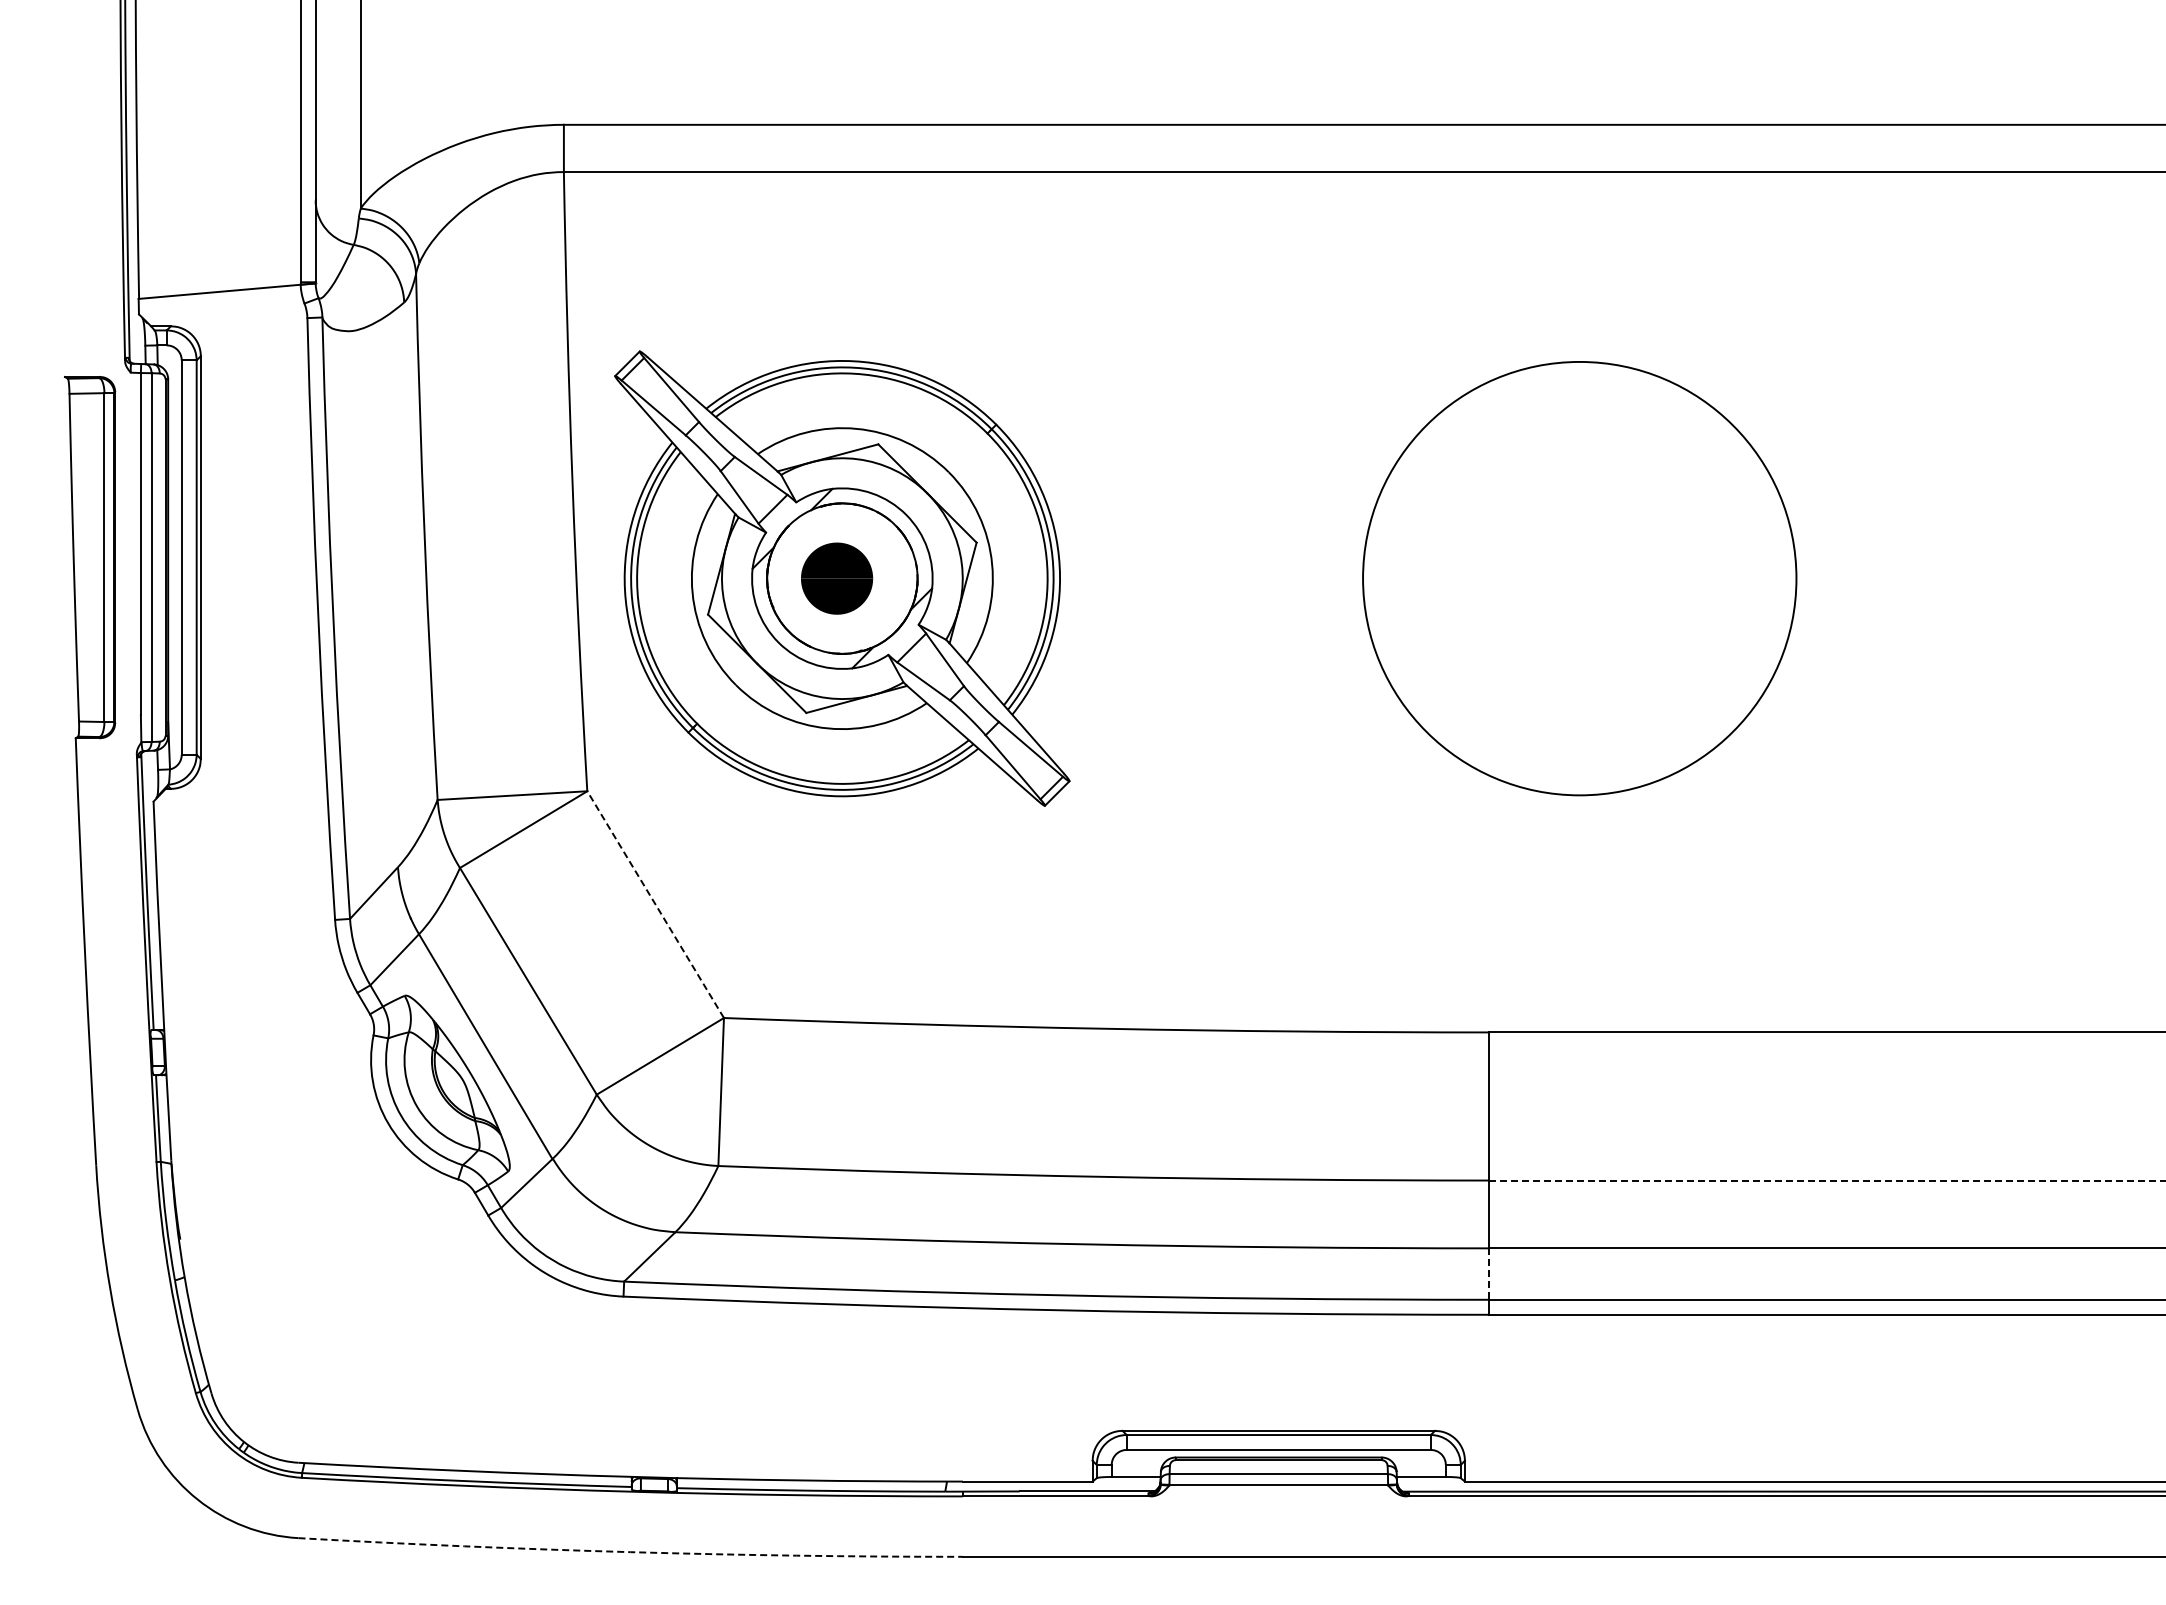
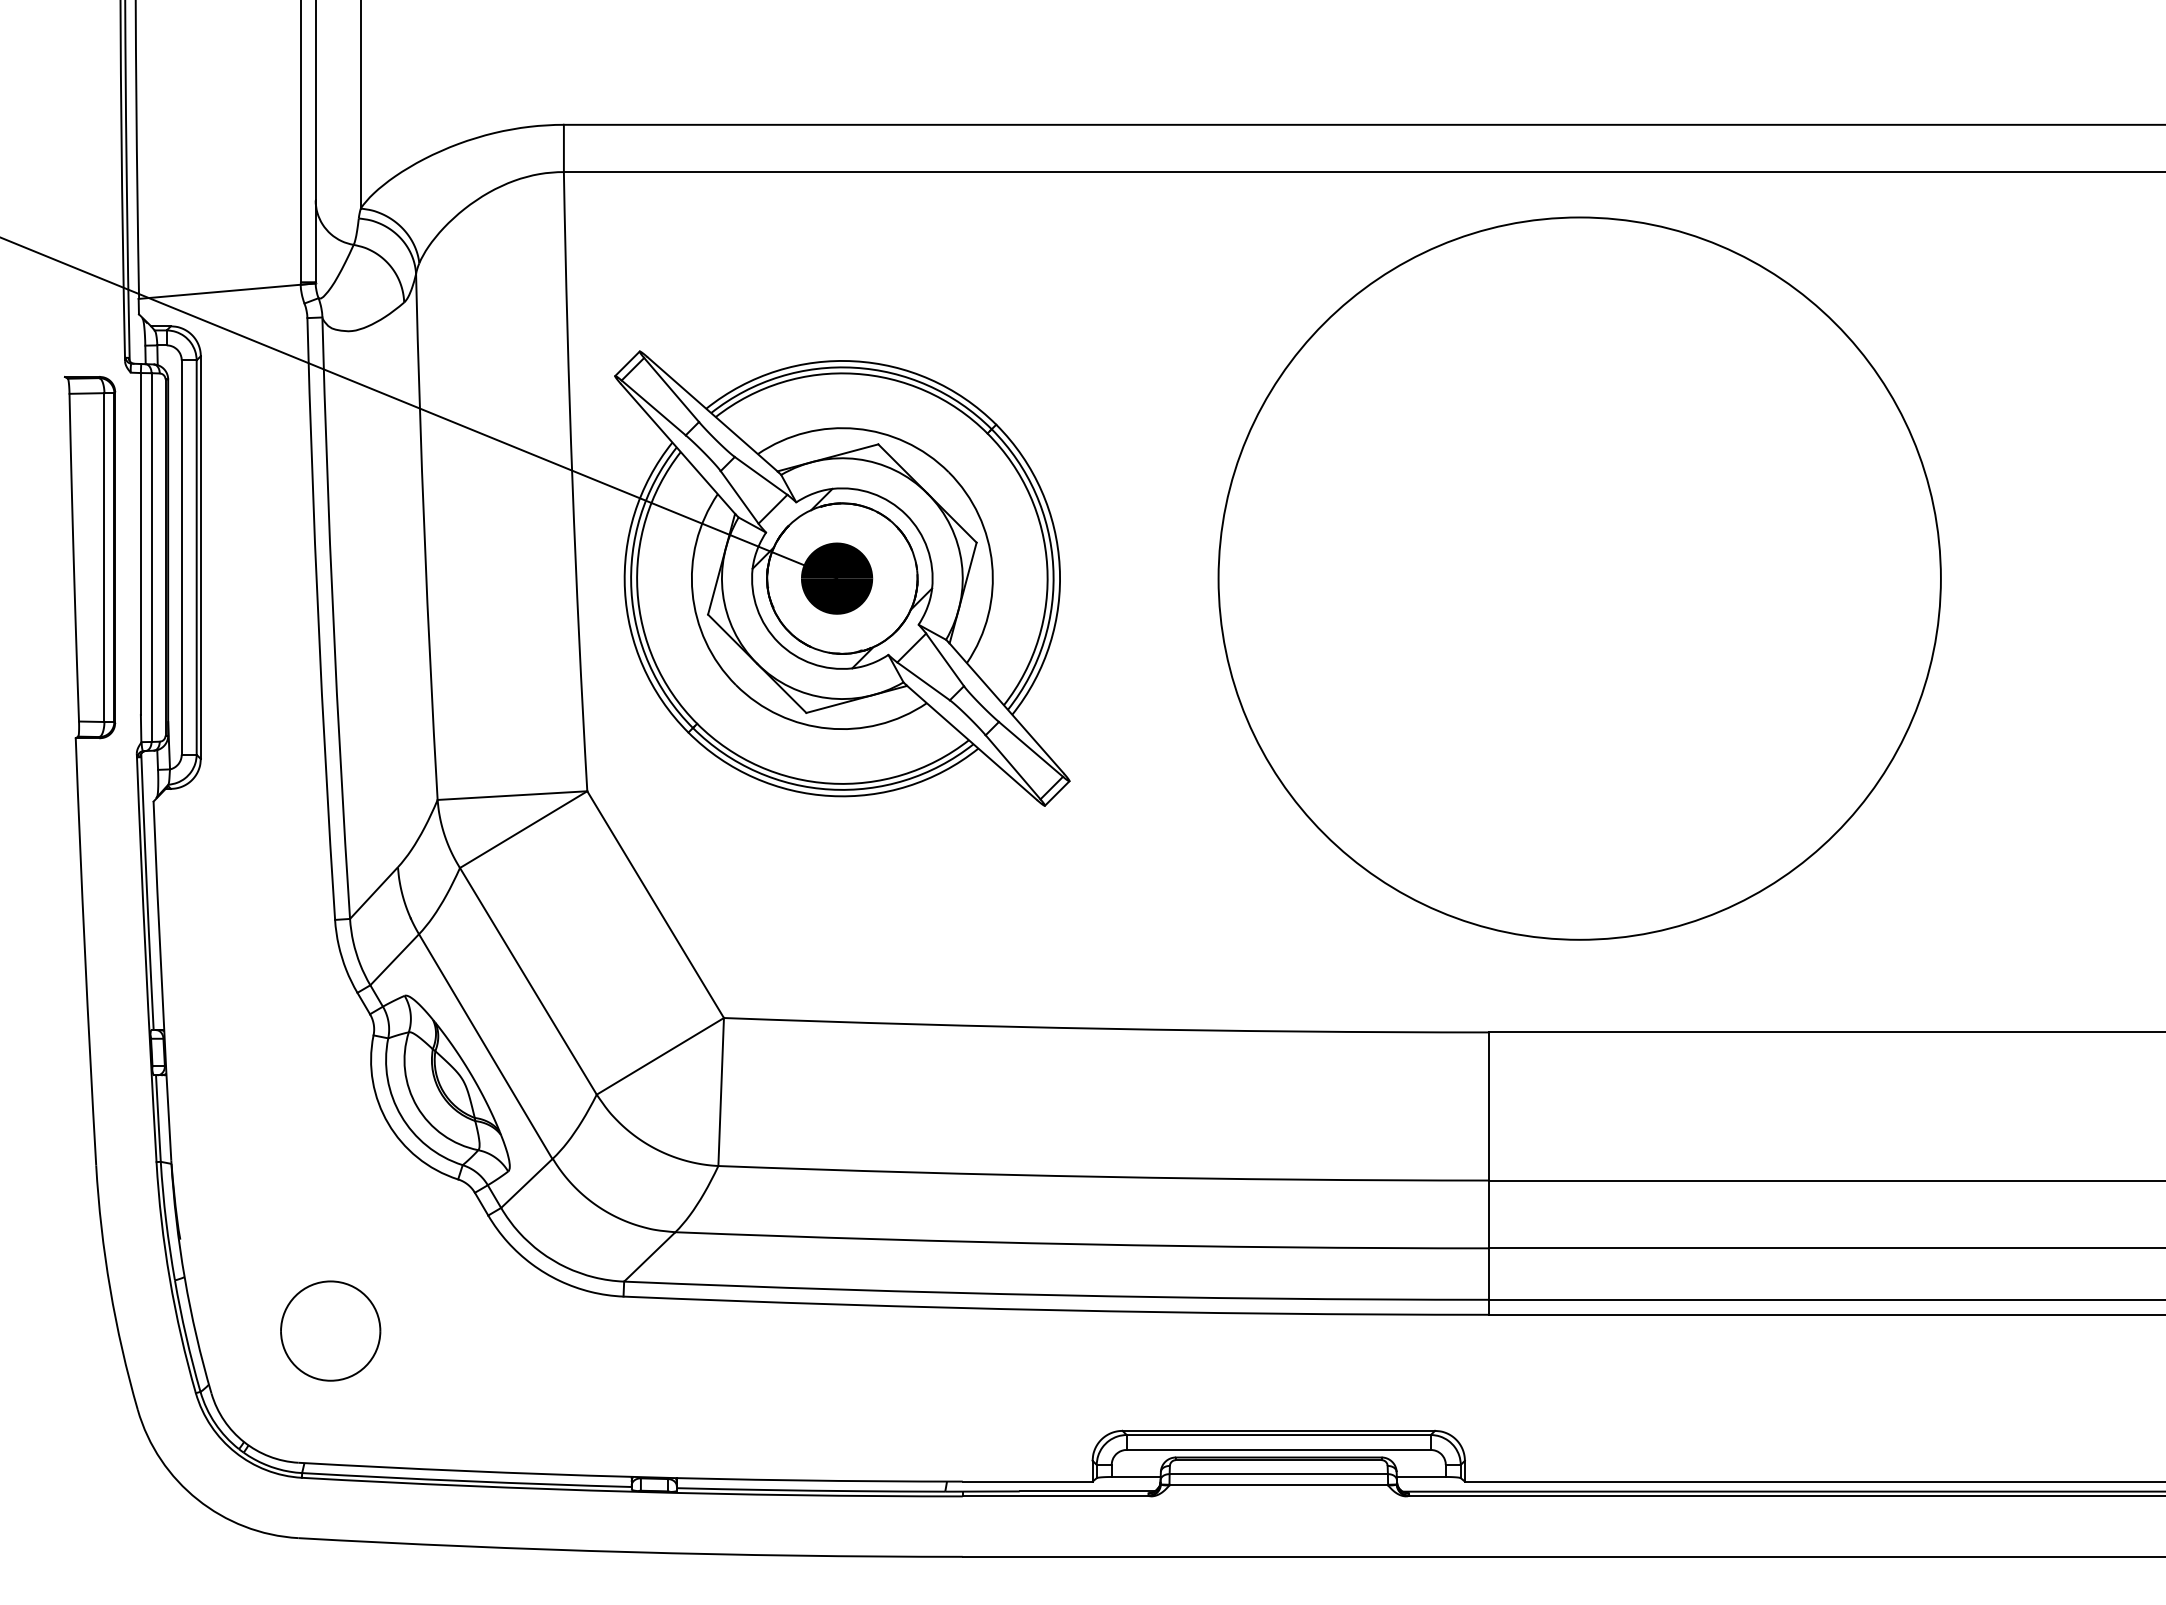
line at (419, 408): none -> present
circle at (1579, 578) diameter: 433 px -> 722 px
line at (655, 904): dashed -> solid
line at (1827, 1180): dashed -> solid
line at (1489, 1274): dashed -> solid
part at (330, 1330): none -> present
arc at (630, 1552): dashed -> solid
